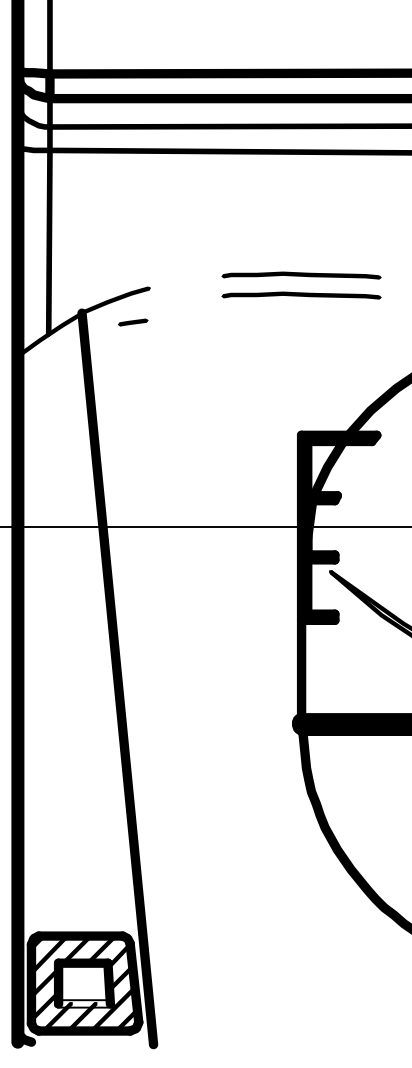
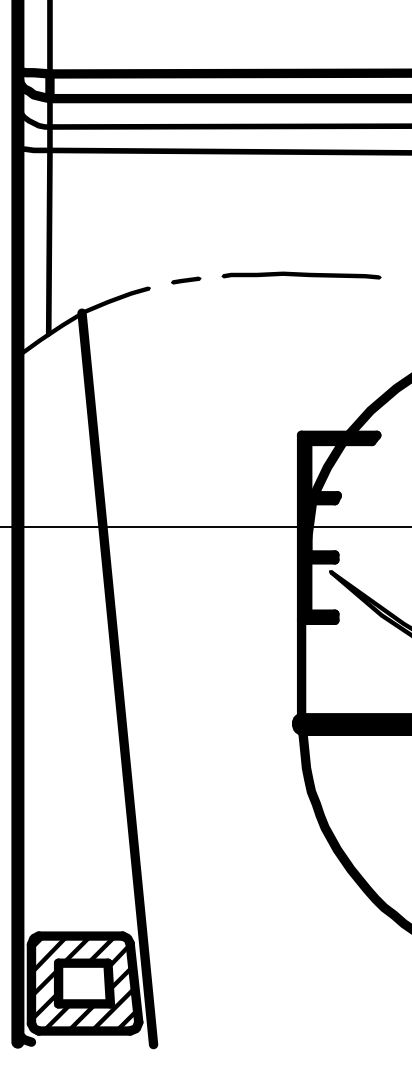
part at (301, 295): present -> none
part at (133, 322) position: (133, 322) -> (186, 280)
fill at (84, 1003): none -> present
